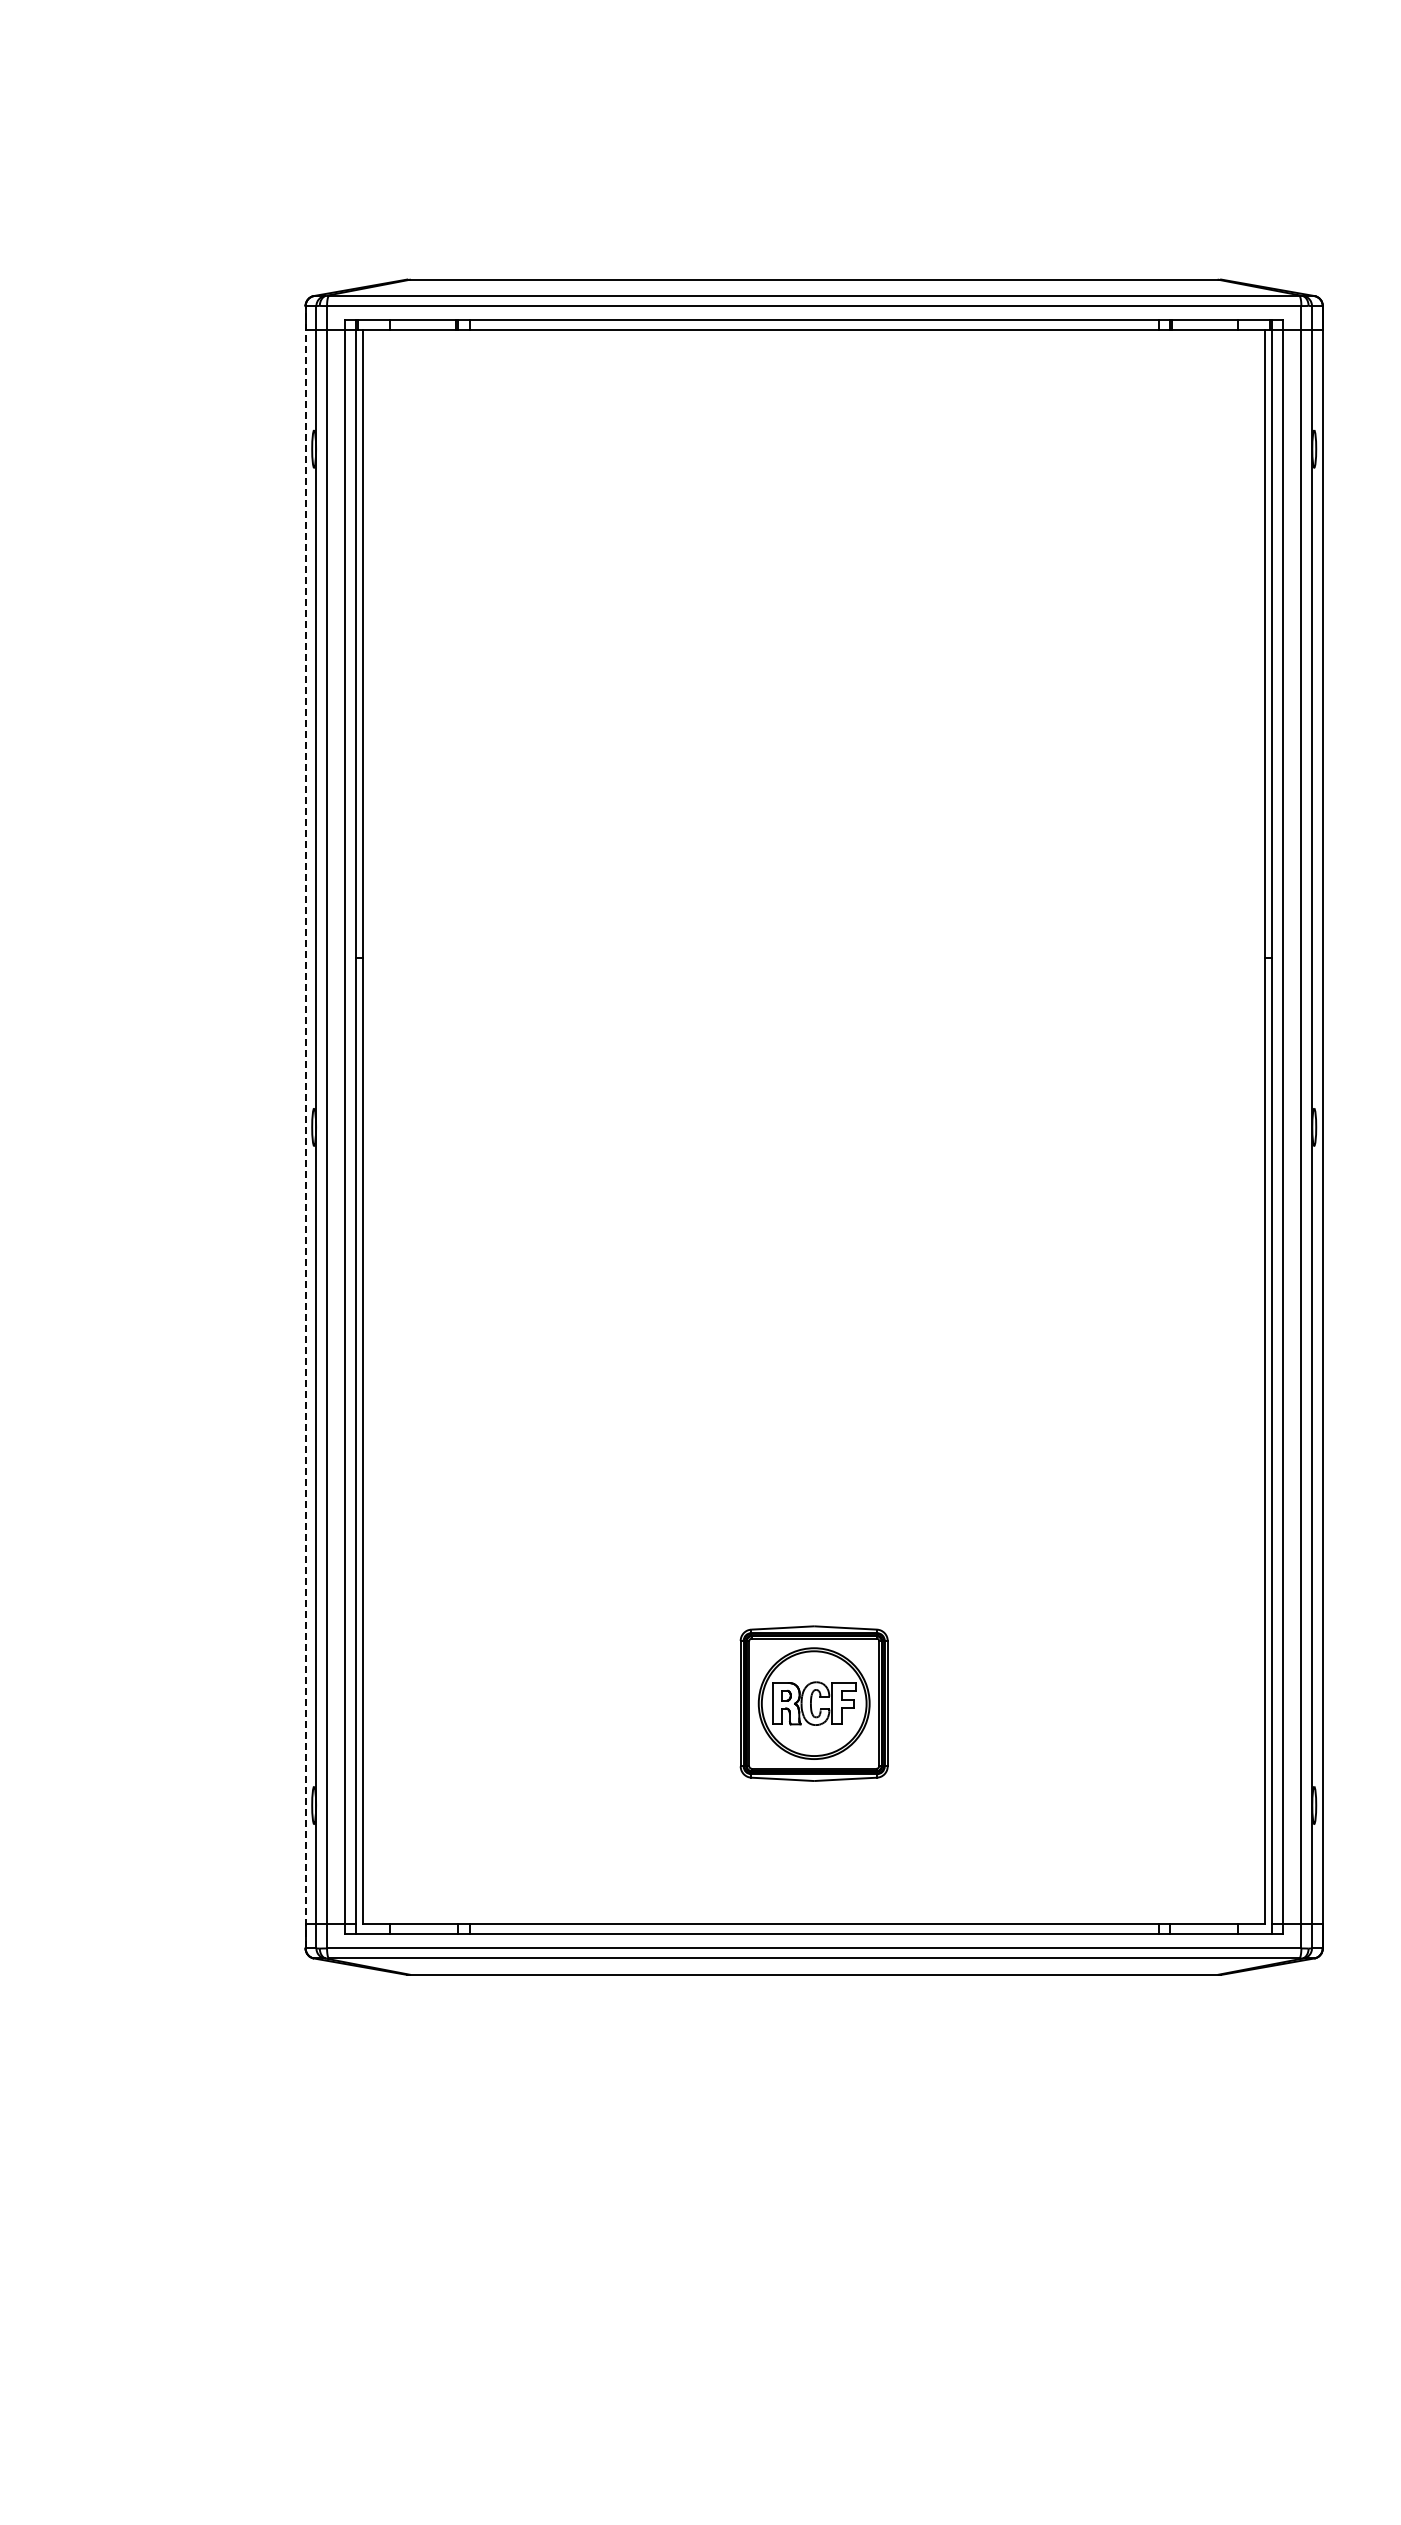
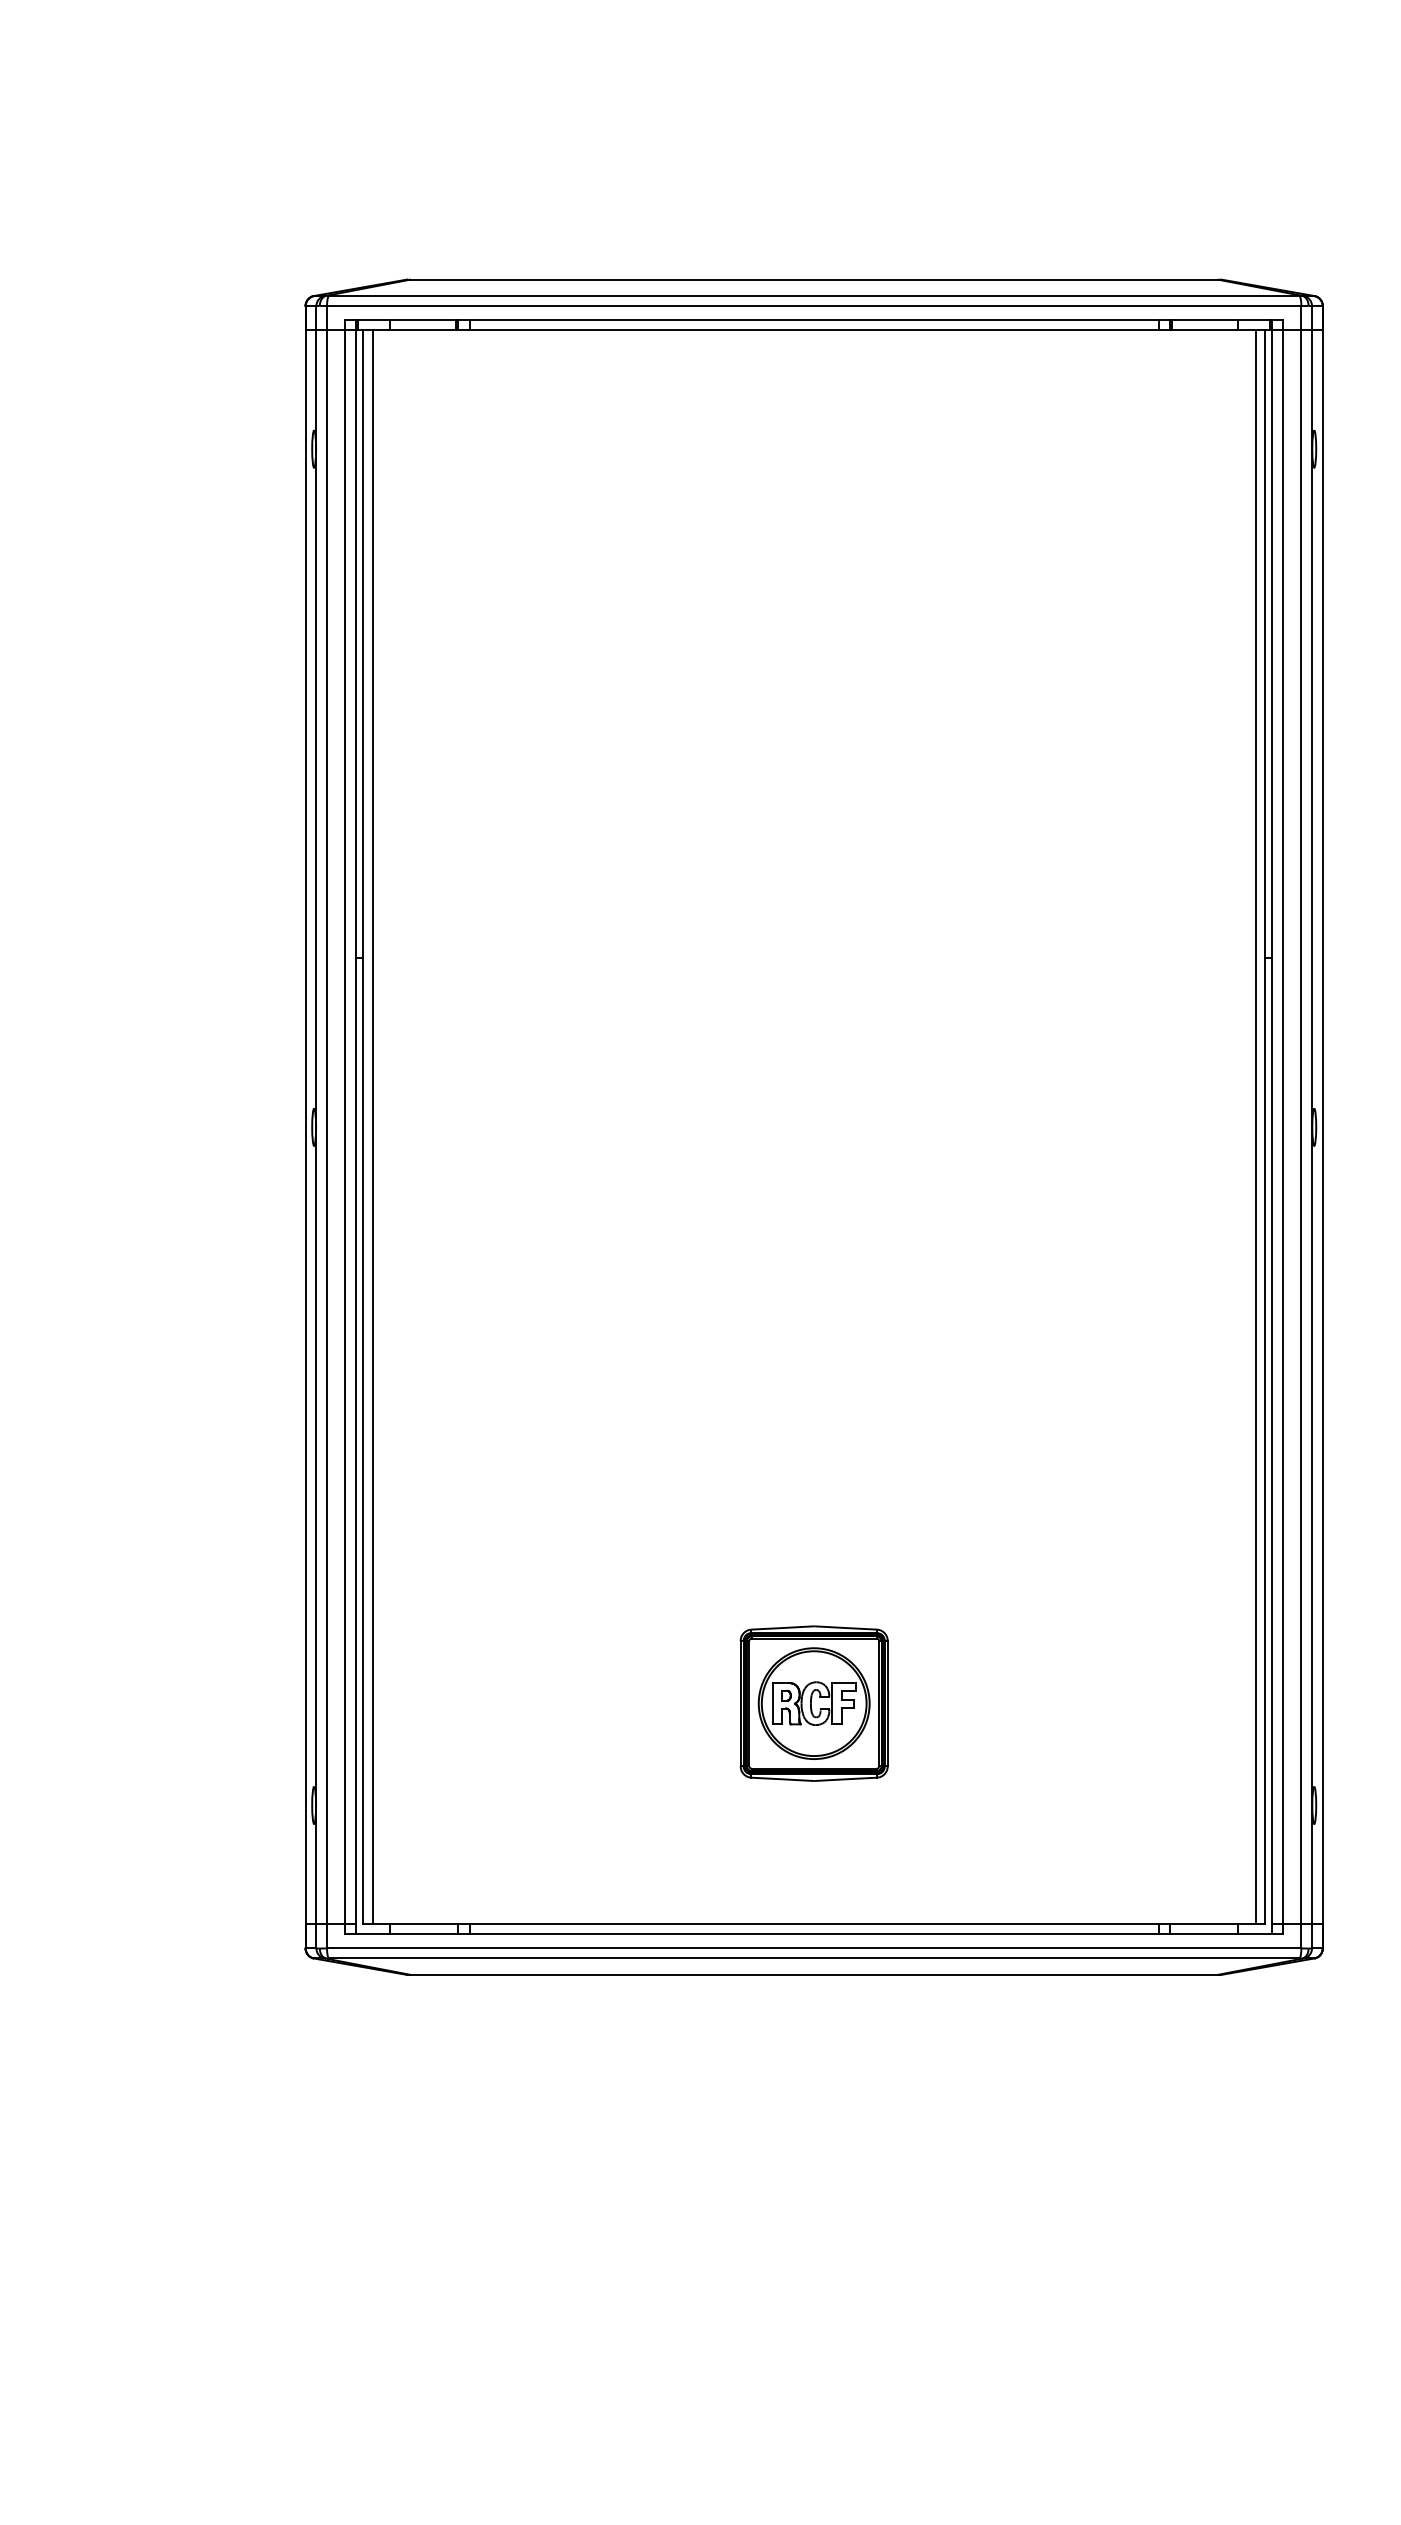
line at (305, 1126): dashed -> solid
line at (372, 1127): none -> present
line at (1255, 1127): none -> present
